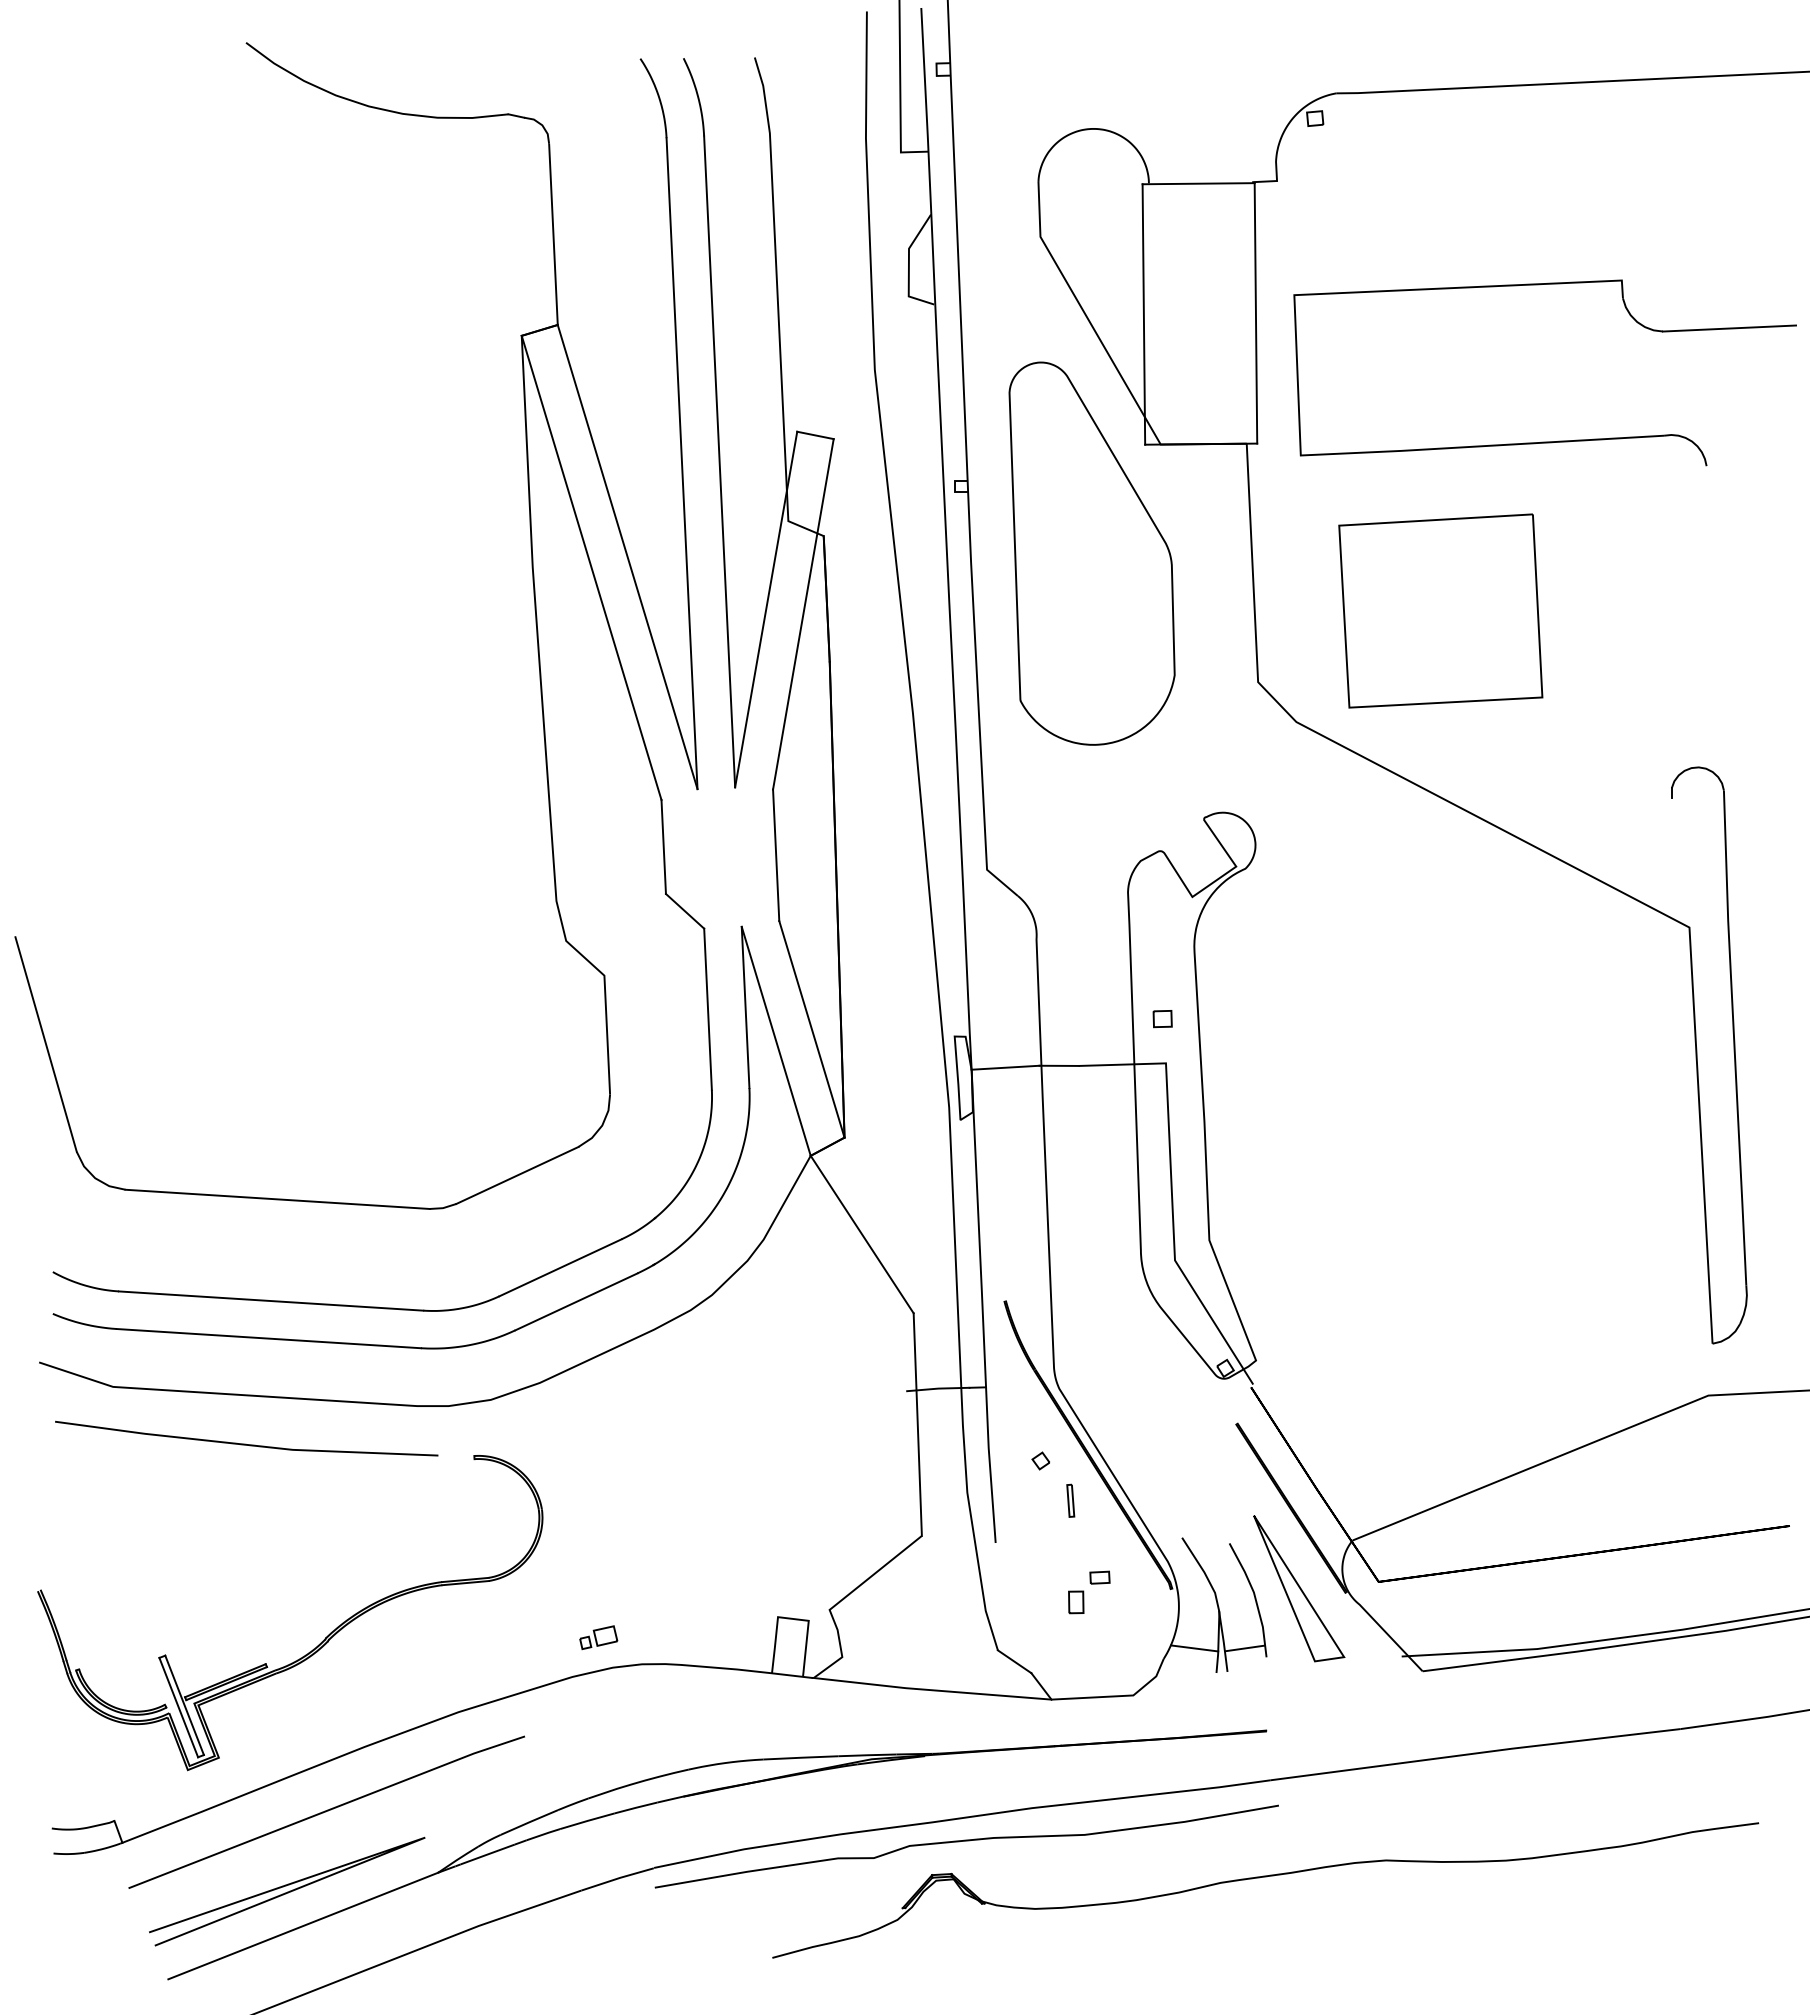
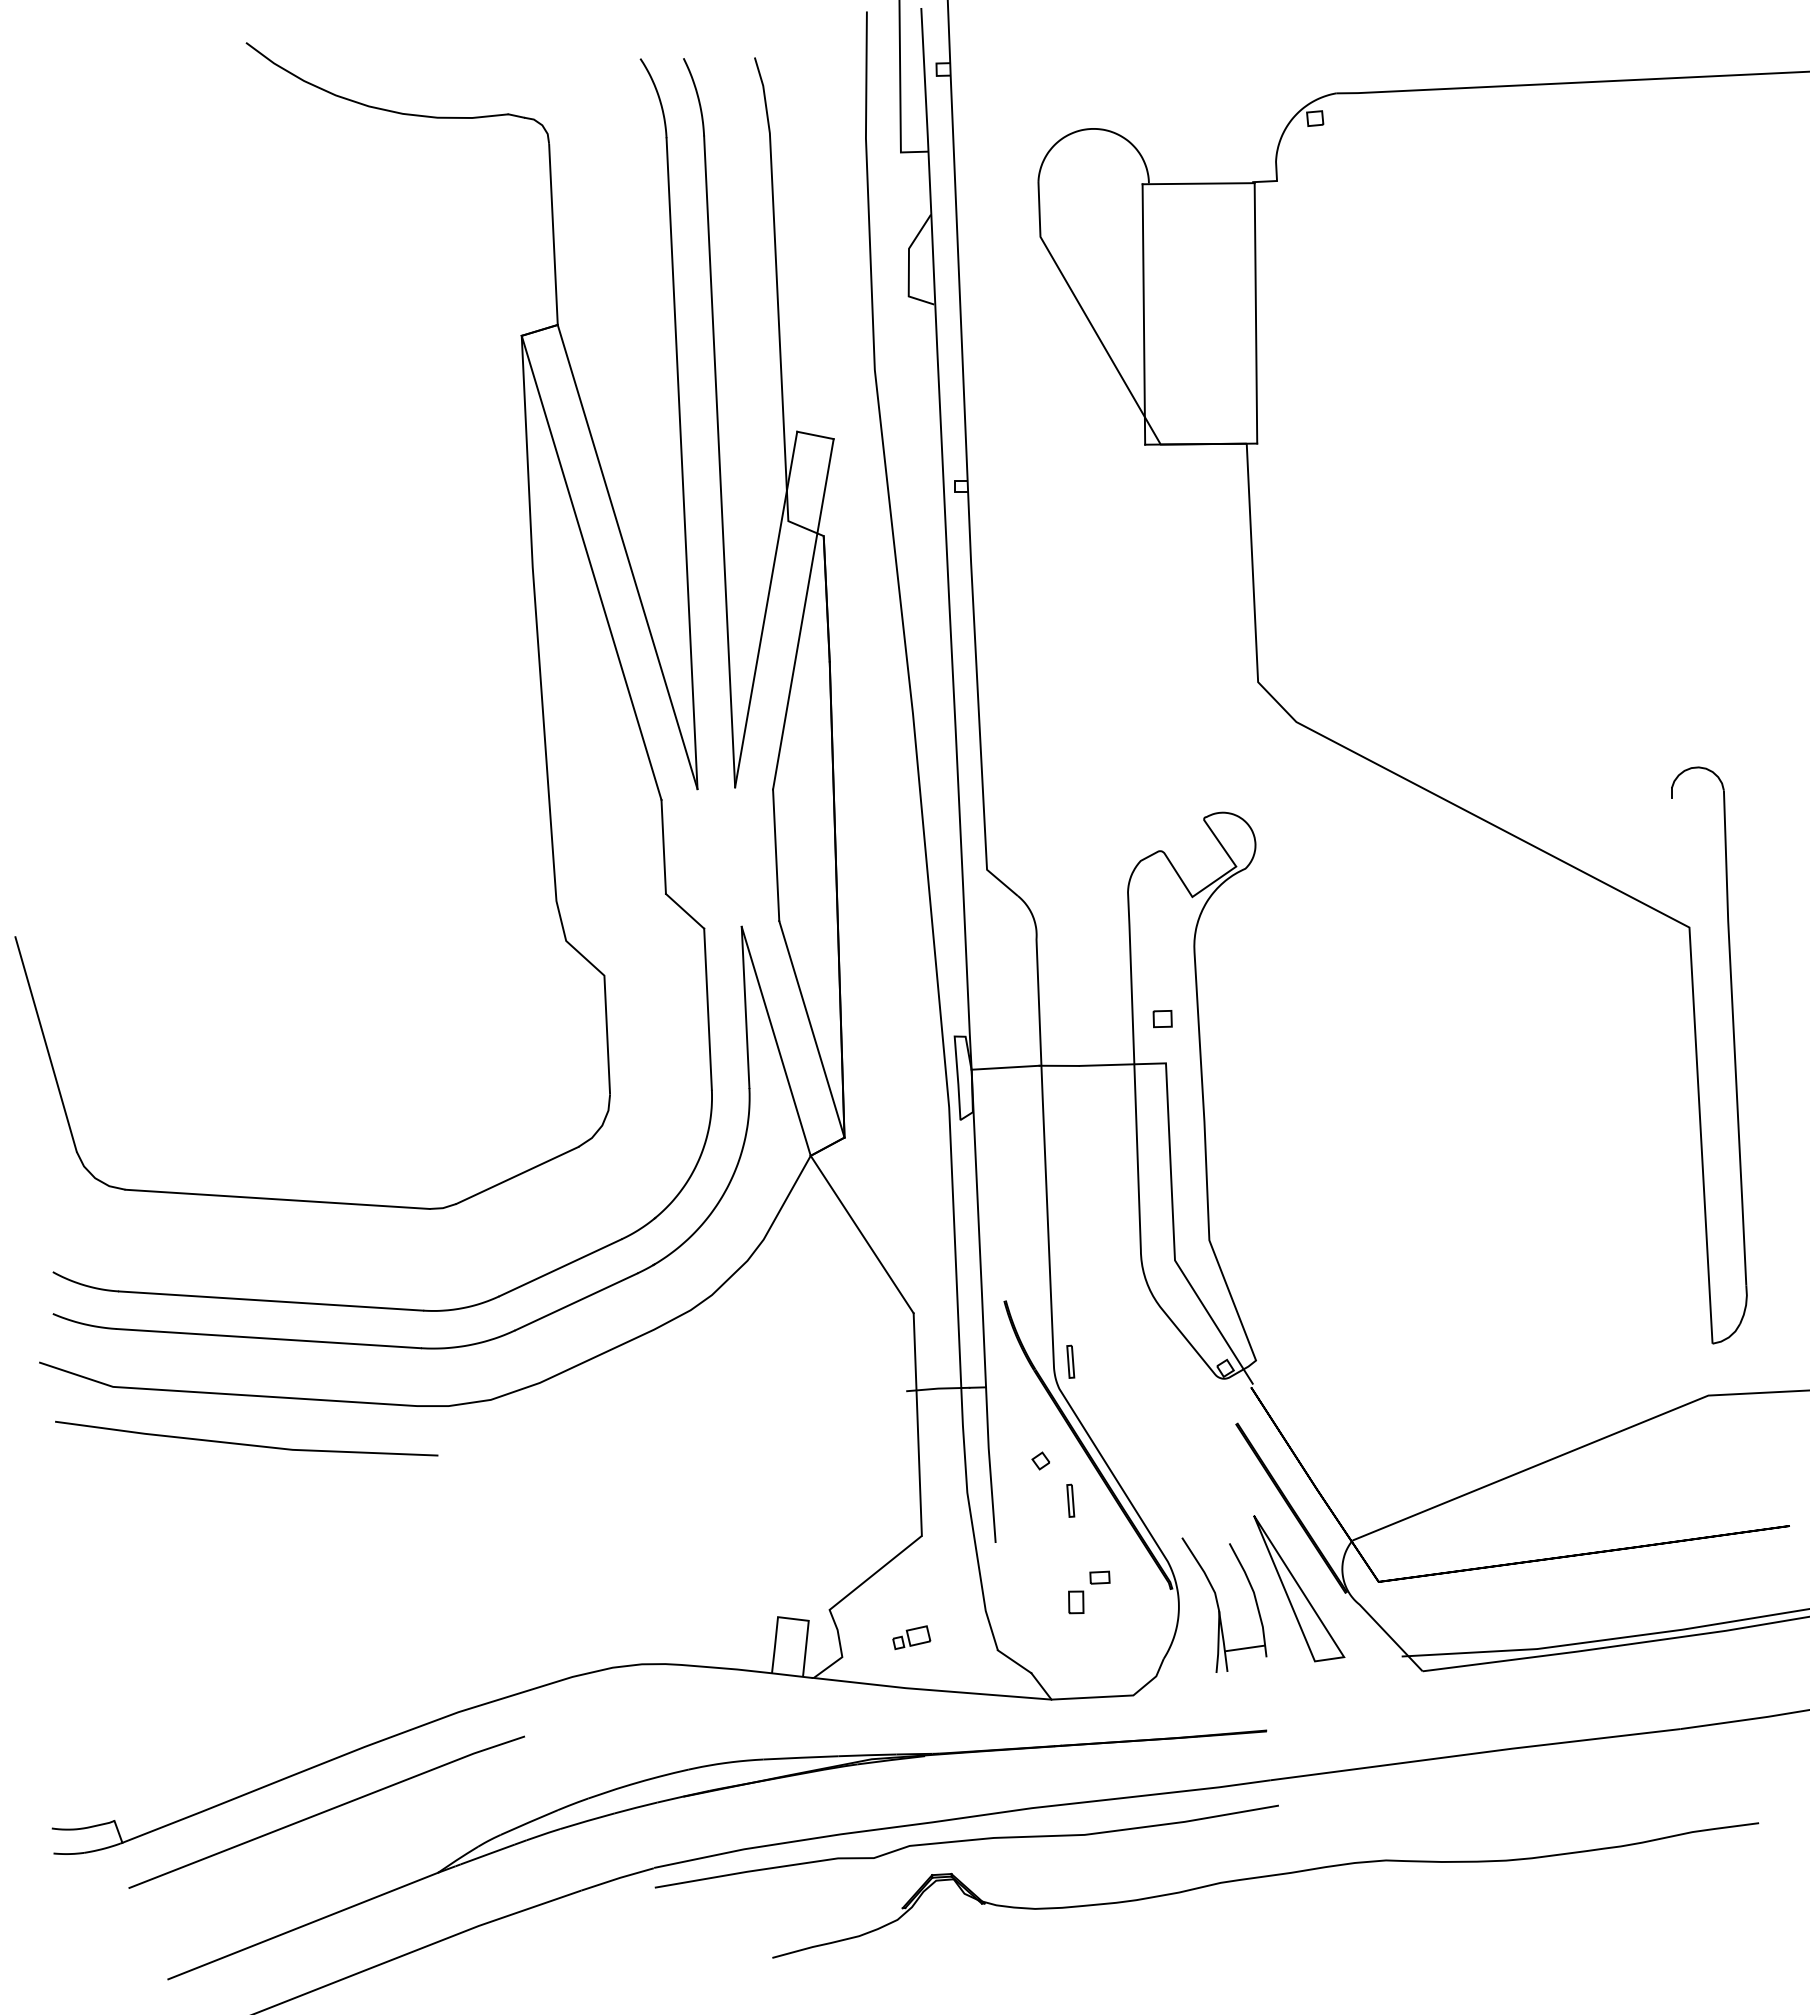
part at (1544, 441): present -> none
part at (1091, 553): present -> none
part at (1440, 610): present -> none
part at (1070, 1361): none -> present
part at (598, 1637) position: (598, 1637) -> (911, 1637)
part at (320, 1642): present -> none
line at (1194, 1648): present -> none
line at (287, 1891): present -> none
